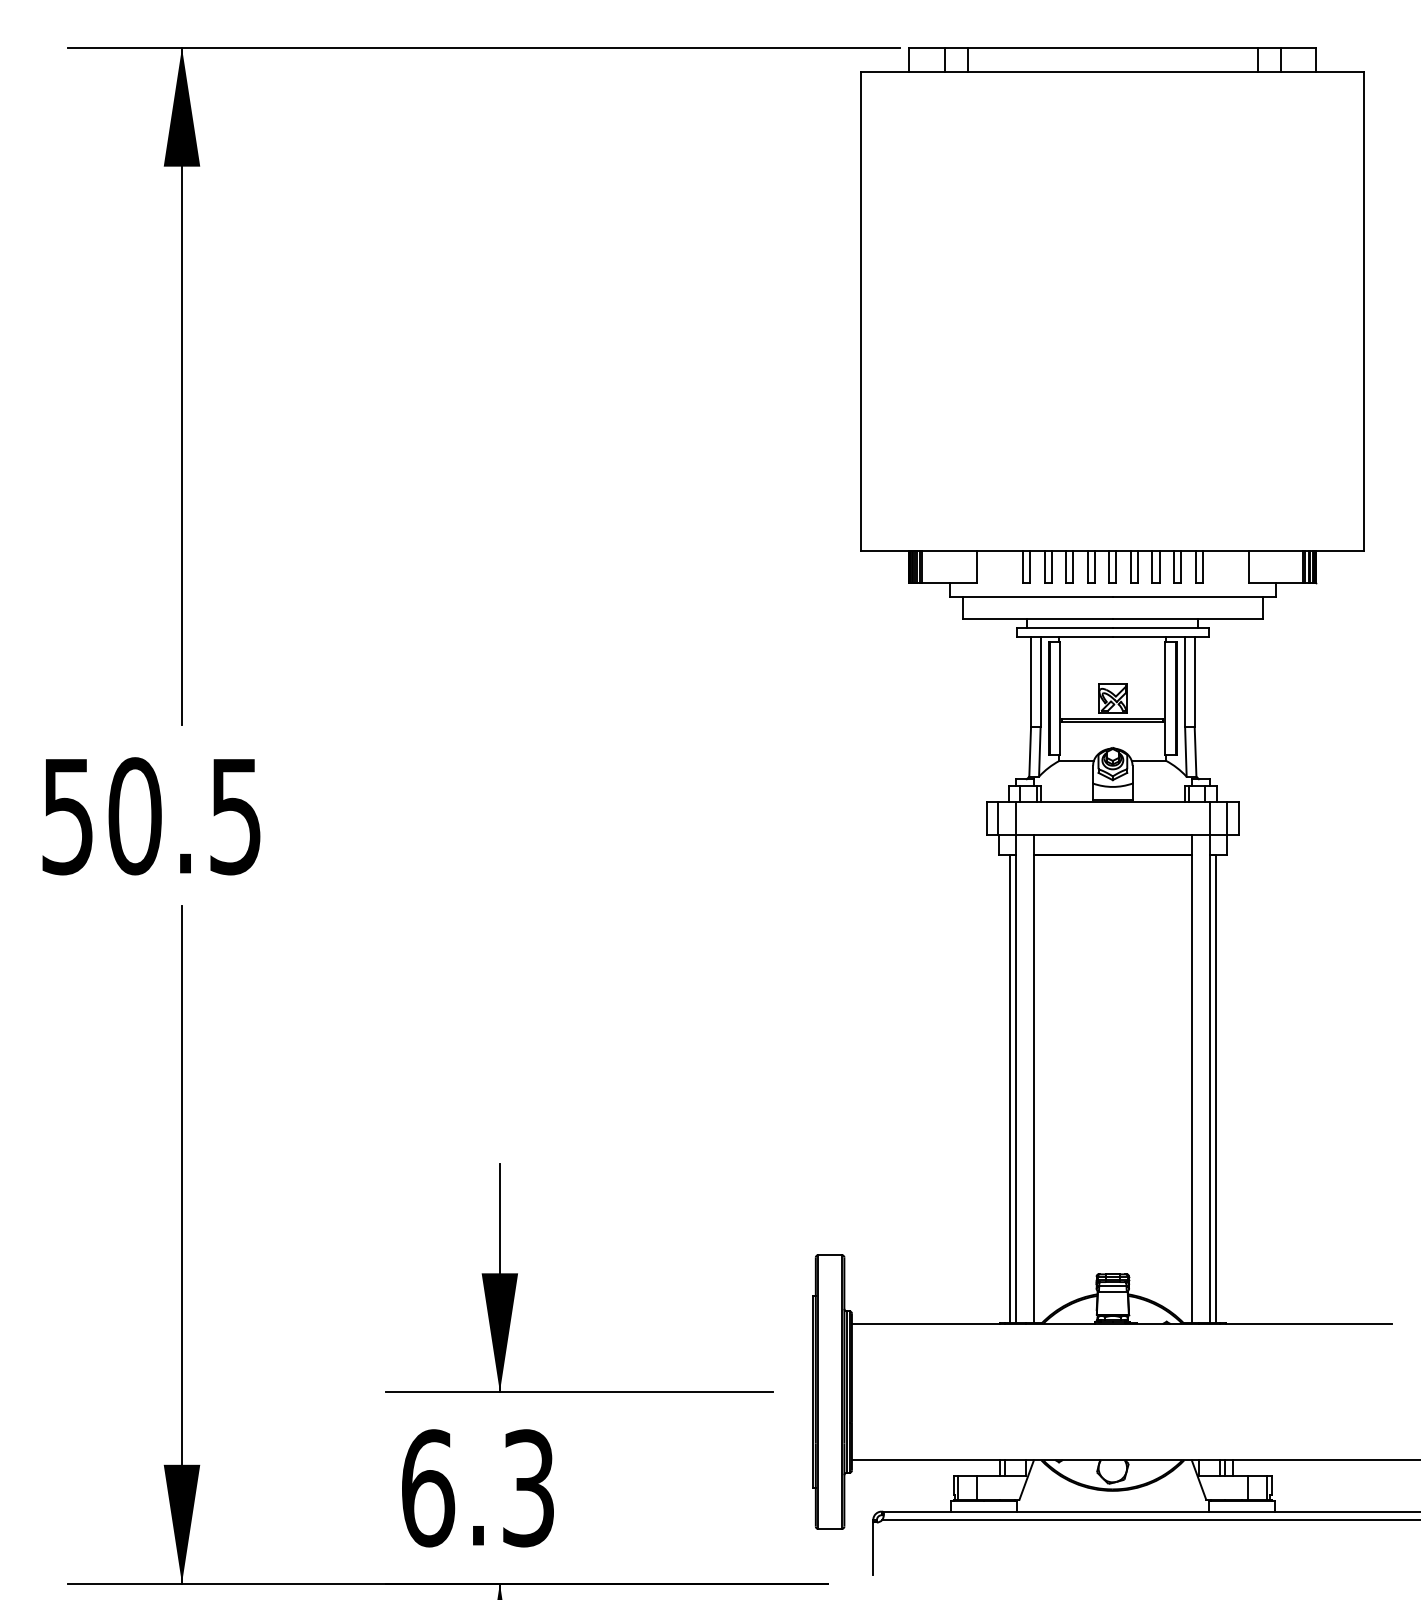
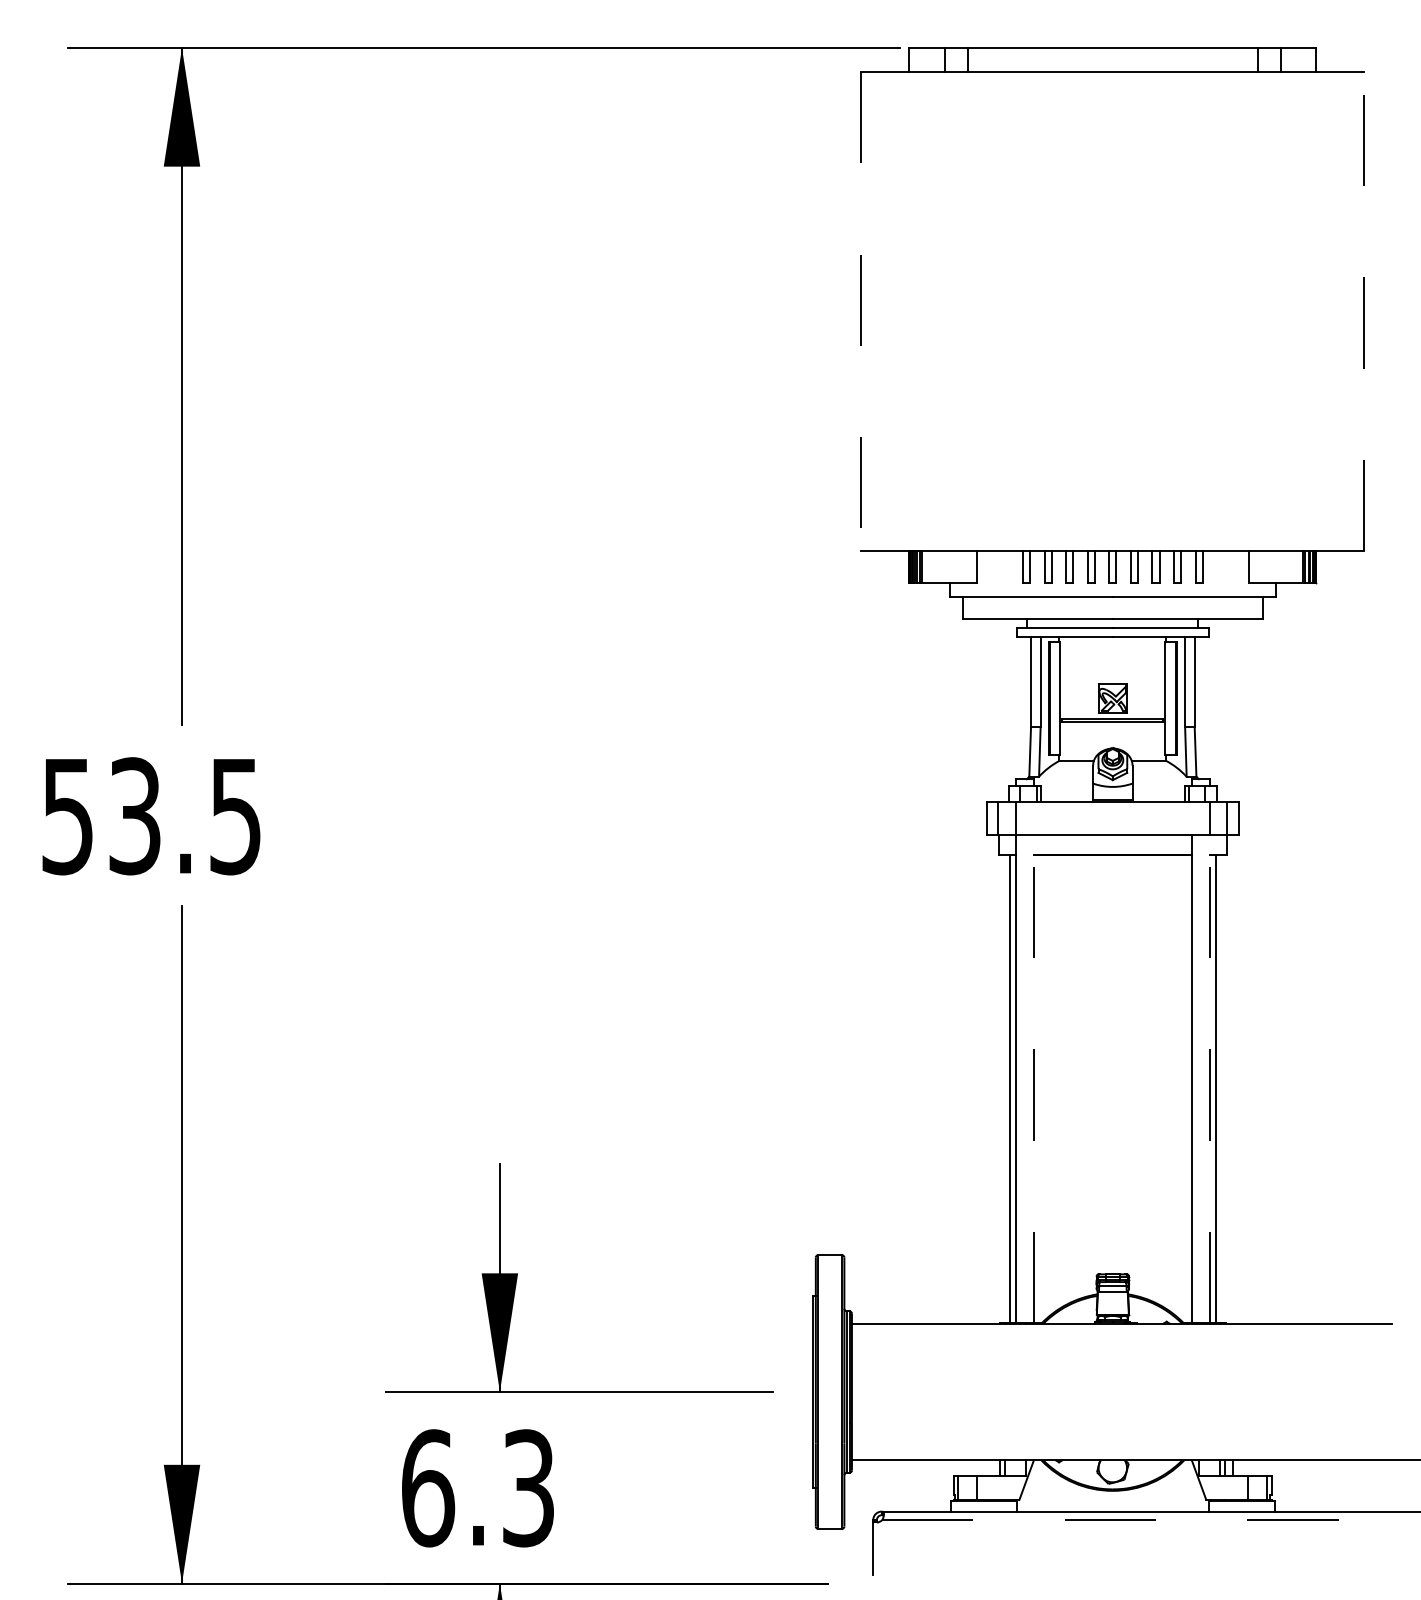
line at (861, 311): solid -> dashed
line at (1364, 311): solid -> dashed
text at (134, 816): 50.5 -> 53.5
line at (1033, 1079): solid -> dashed
line at (1209, 1079): solid -> dashed
line at (1152, 1520): solid -> dashed
